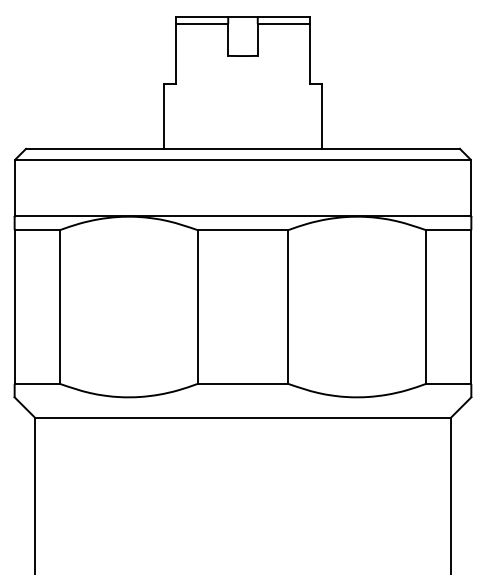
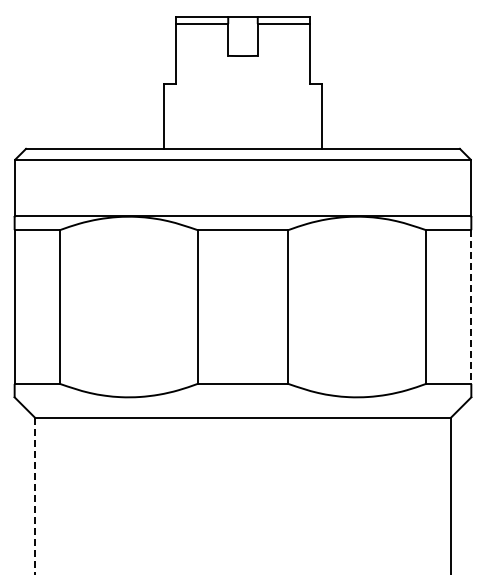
line at (471, 307): solid -> dashed
line at (34, 496): solid -> dashed
